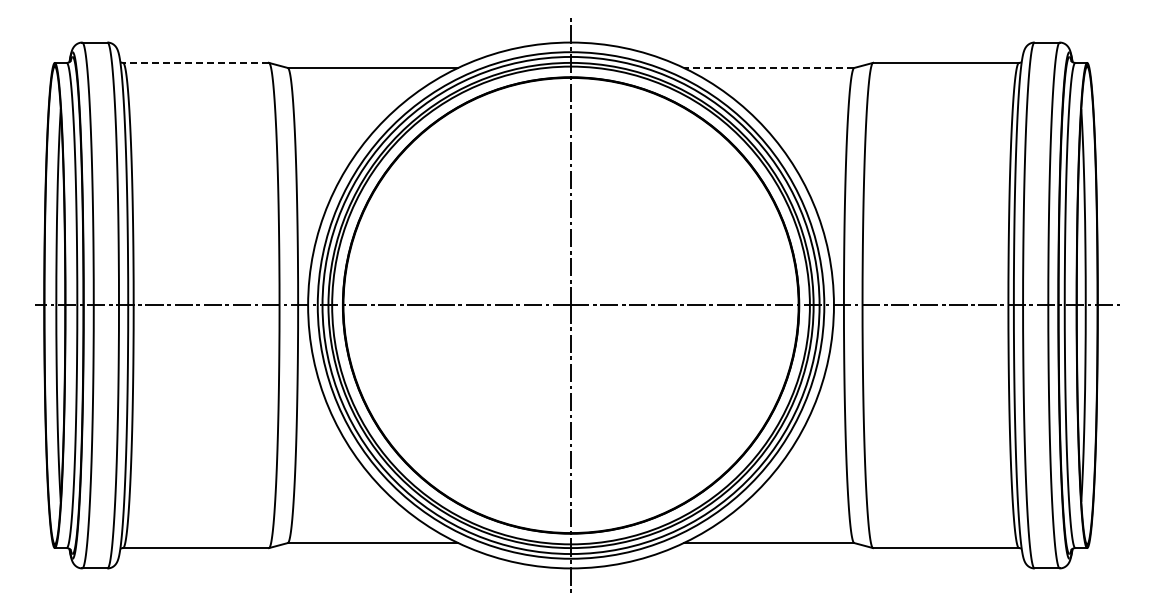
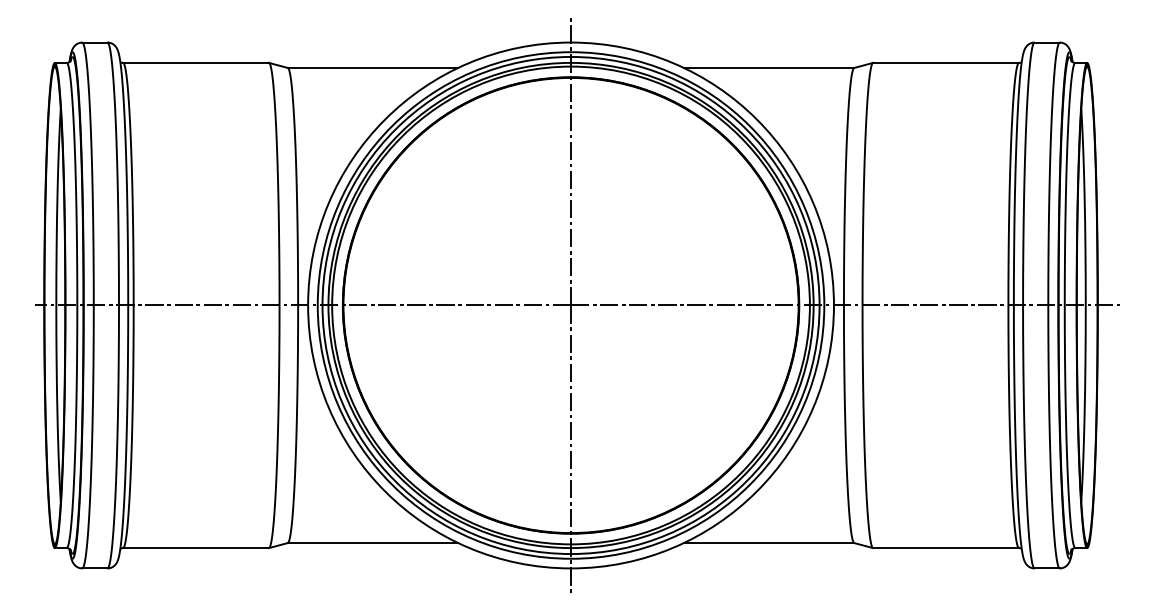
line at (196, 62): dashed -> solid
line at (768, 67): dashed -> solid
